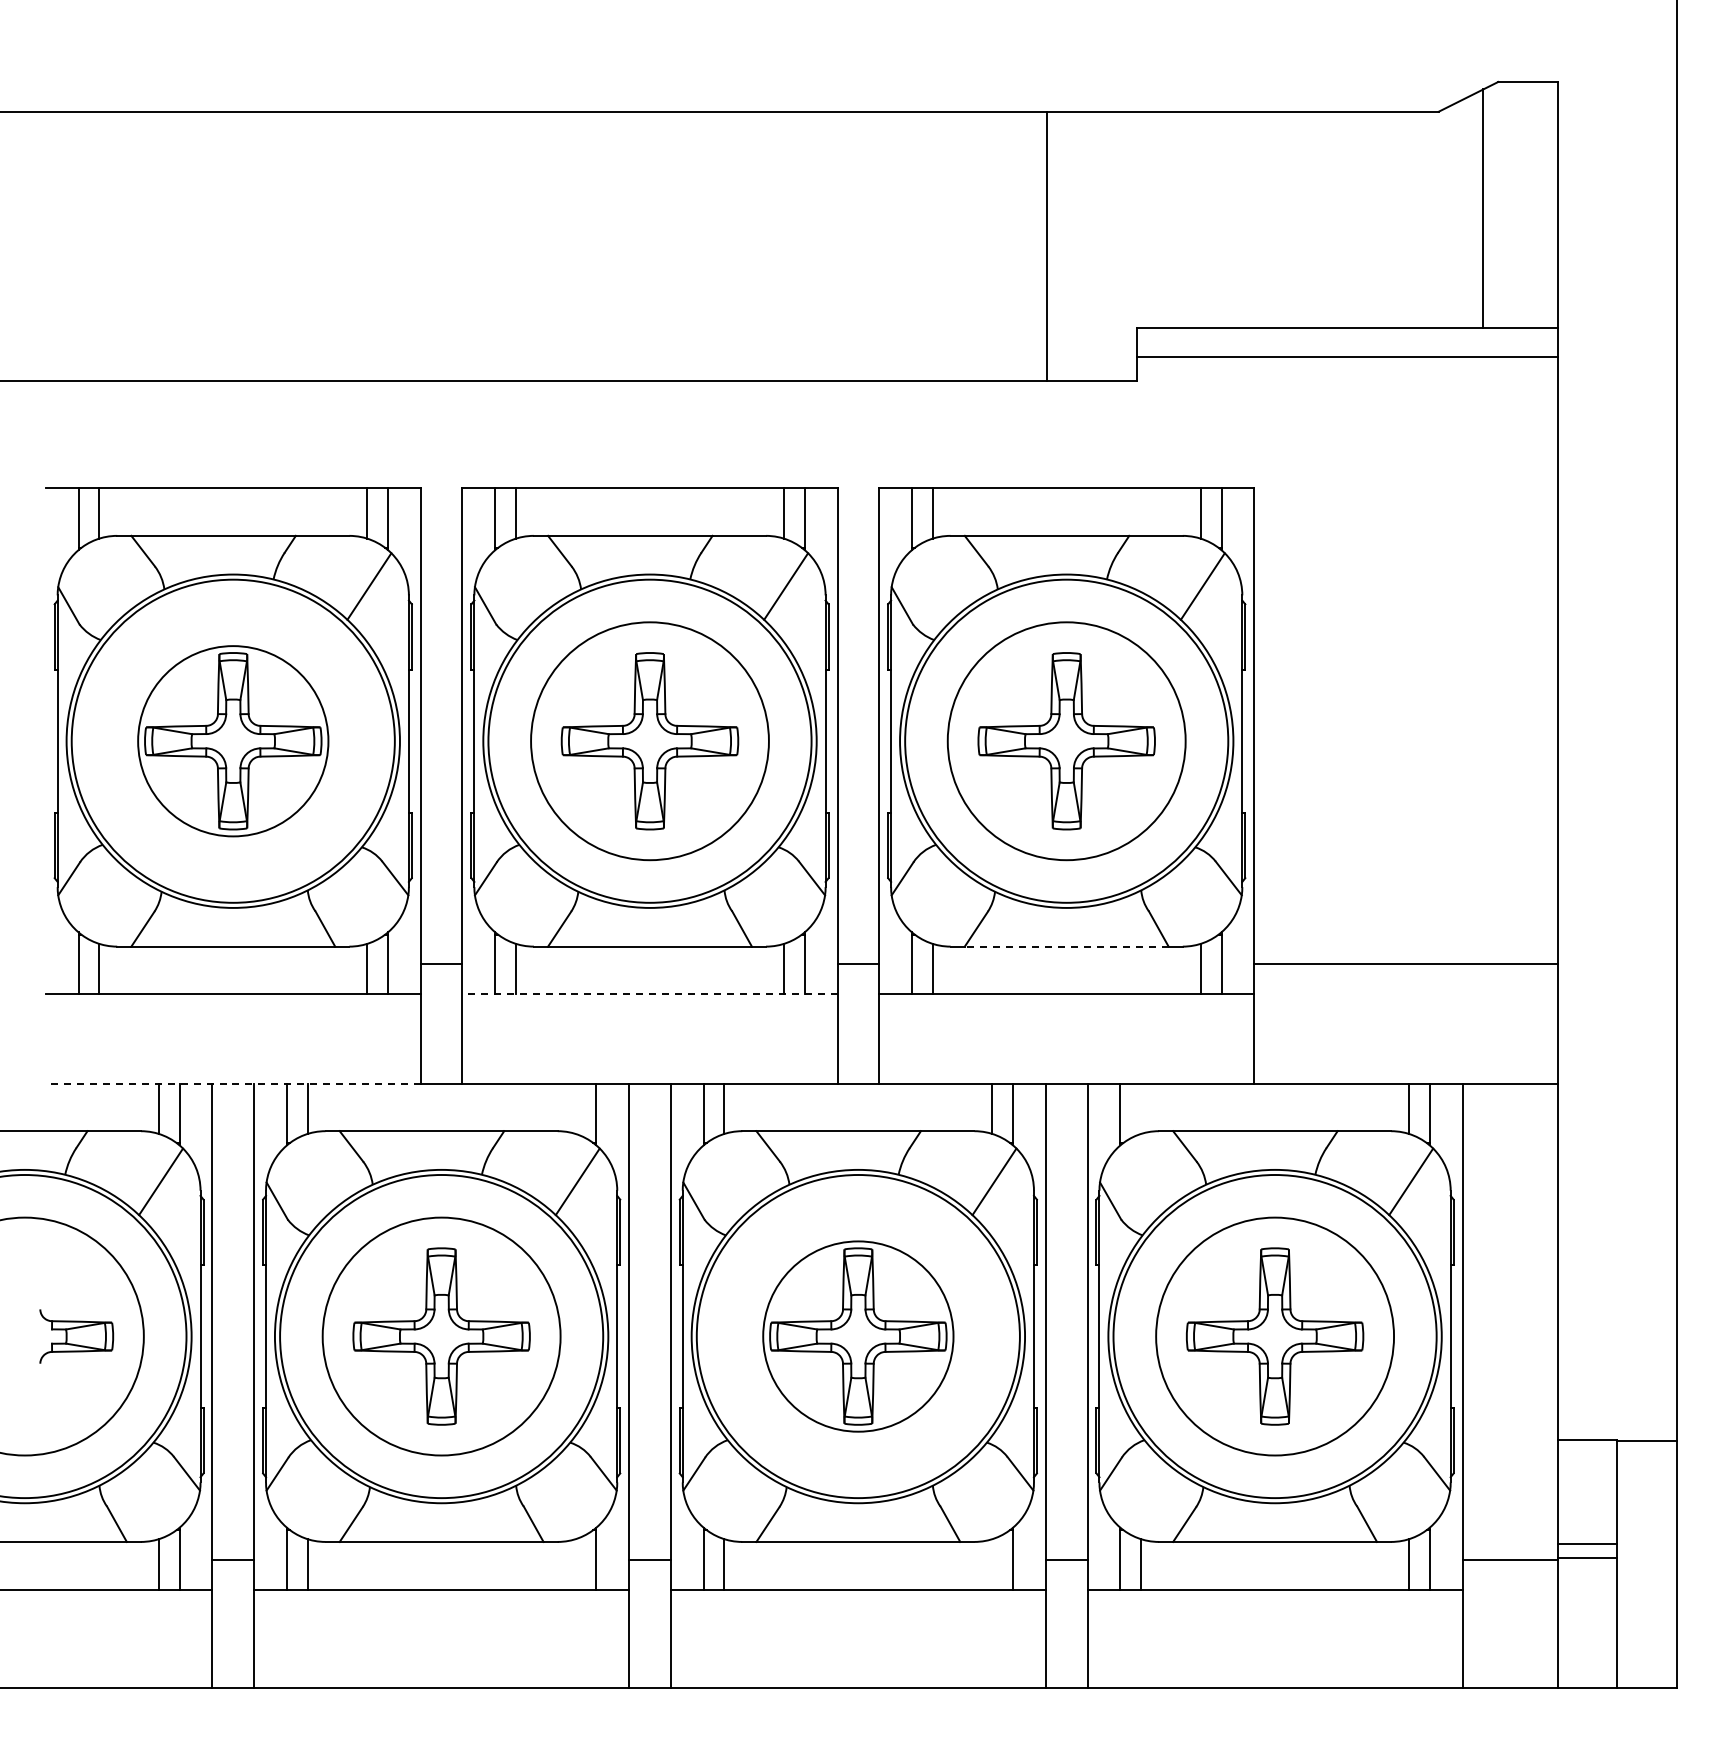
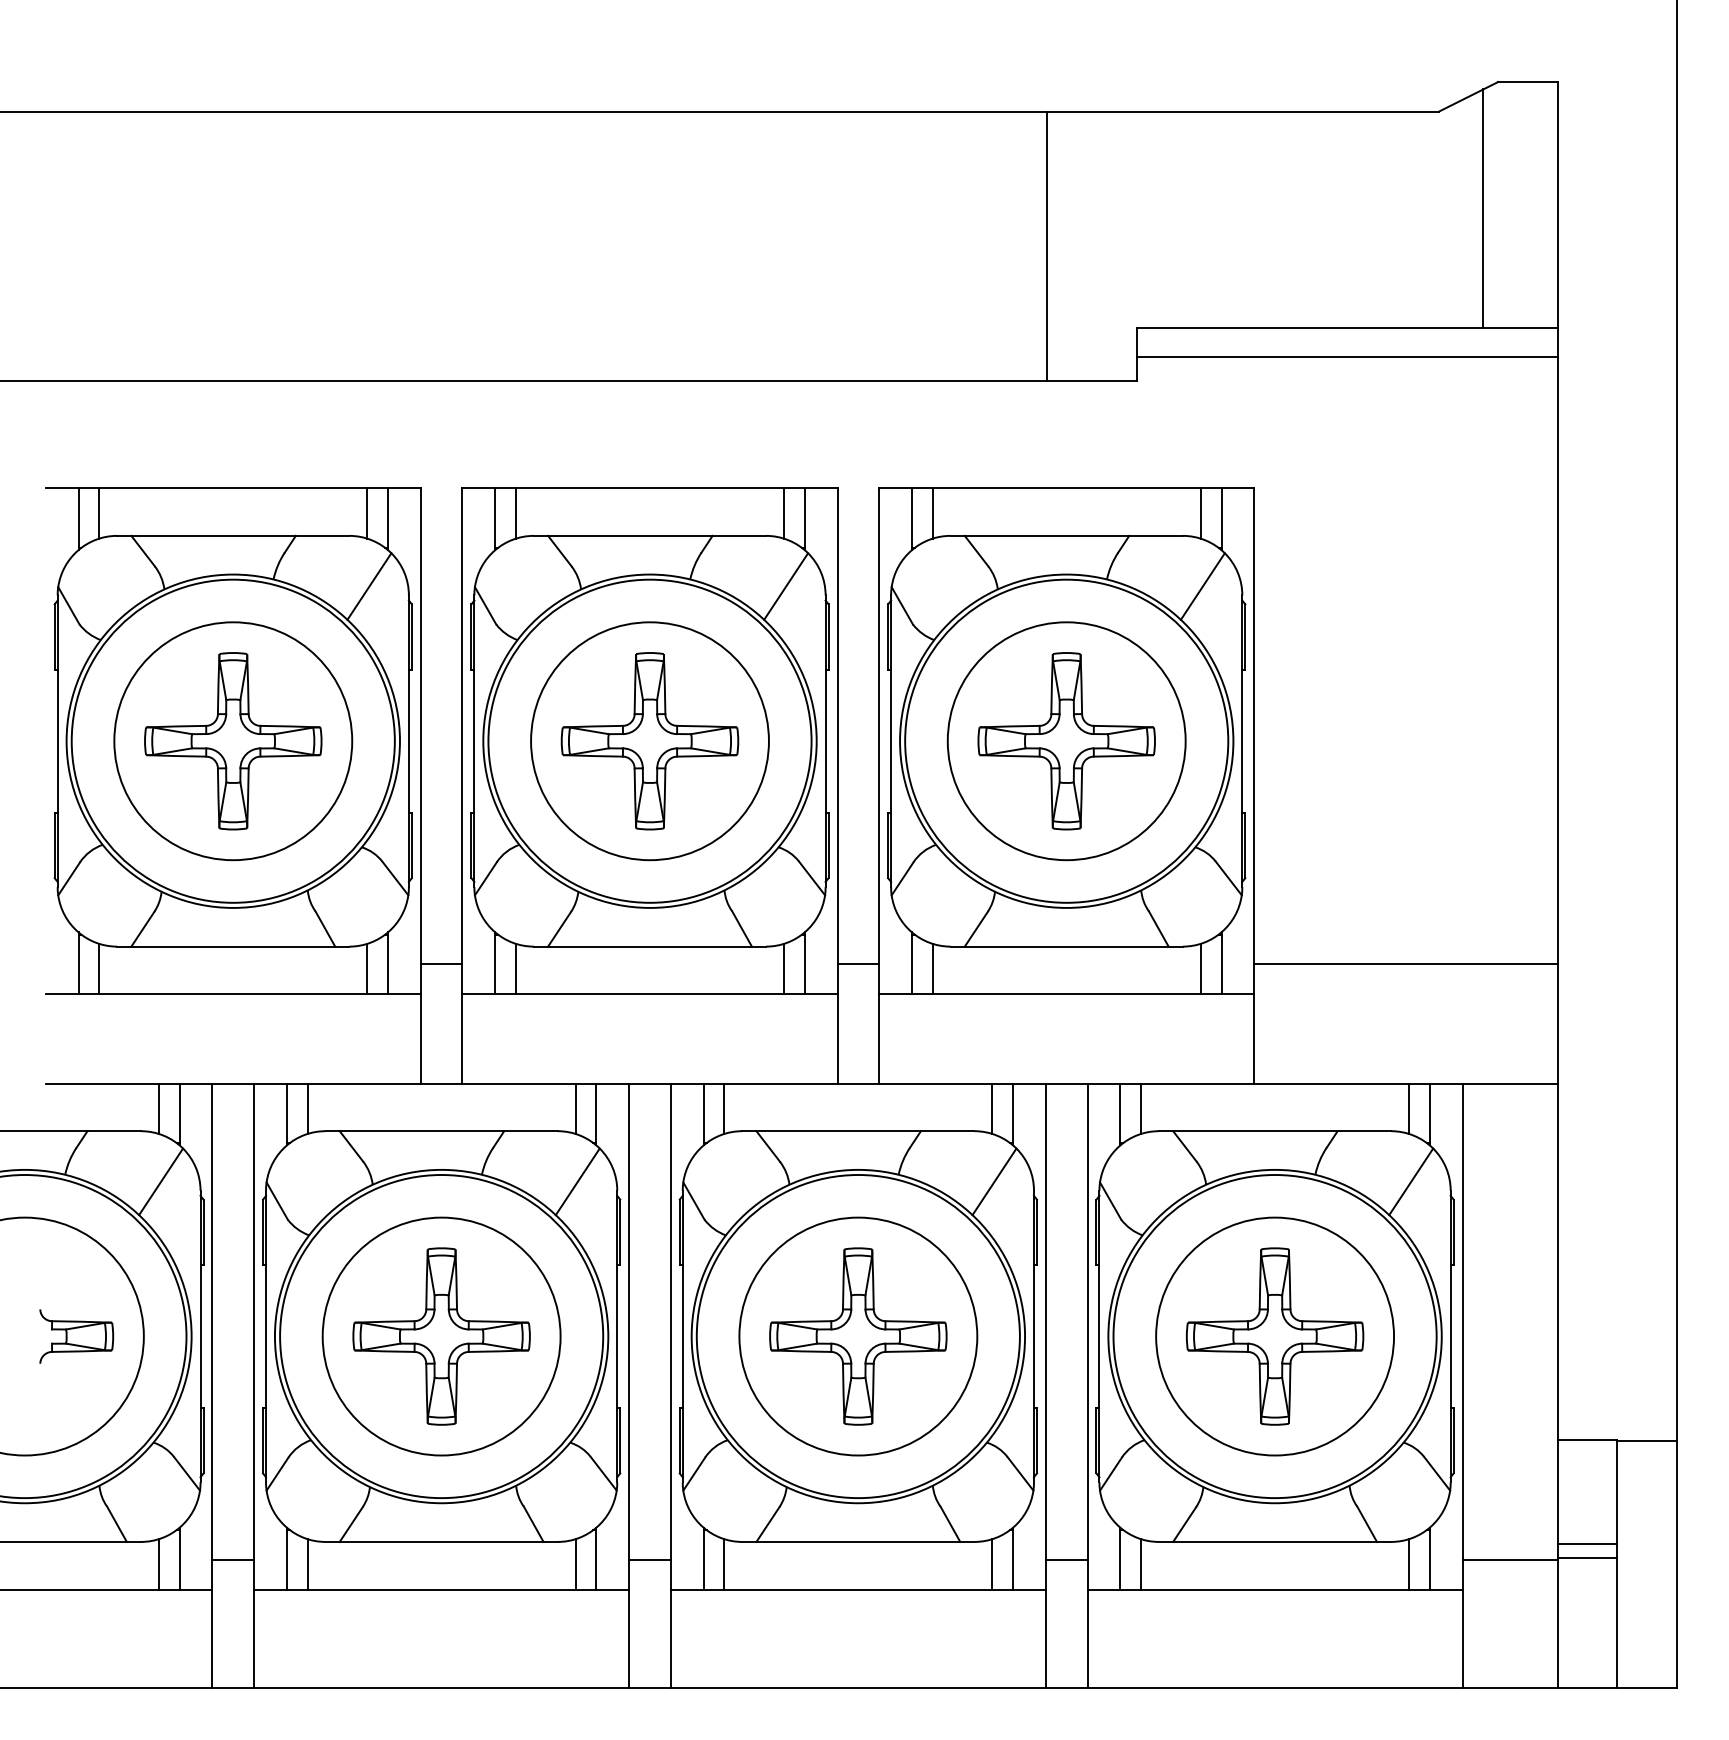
circle at (233, 741) diameter: 190 px -> 238 px
line at (1066, 946): dashed -> solid
line at (650, 994): dashed -> solid
line at (233, 1083): dashed -> solid
line at (575, 1108): none -> present
line at (1141, 1108): none -> present
circle at (858, 1336) diameter: 190 px -> 238 px
line at (575, 1564): none -> present
line at (992, 1564): none -> present
